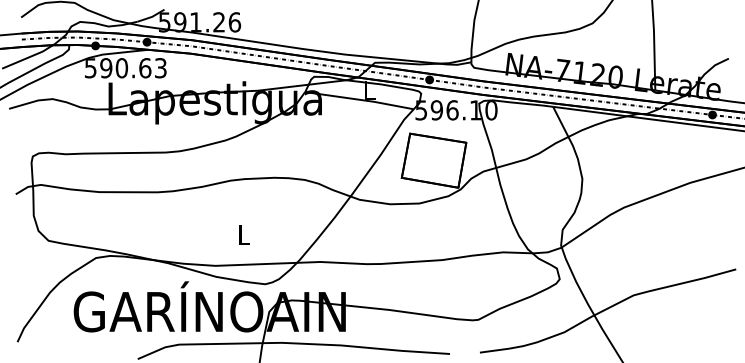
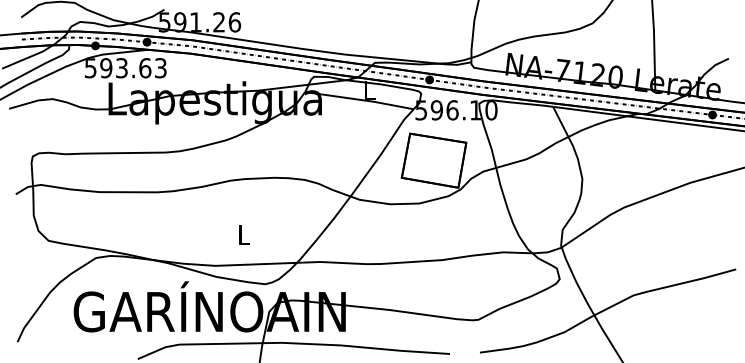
text at (121, 68): 590.63 -> 593.63
